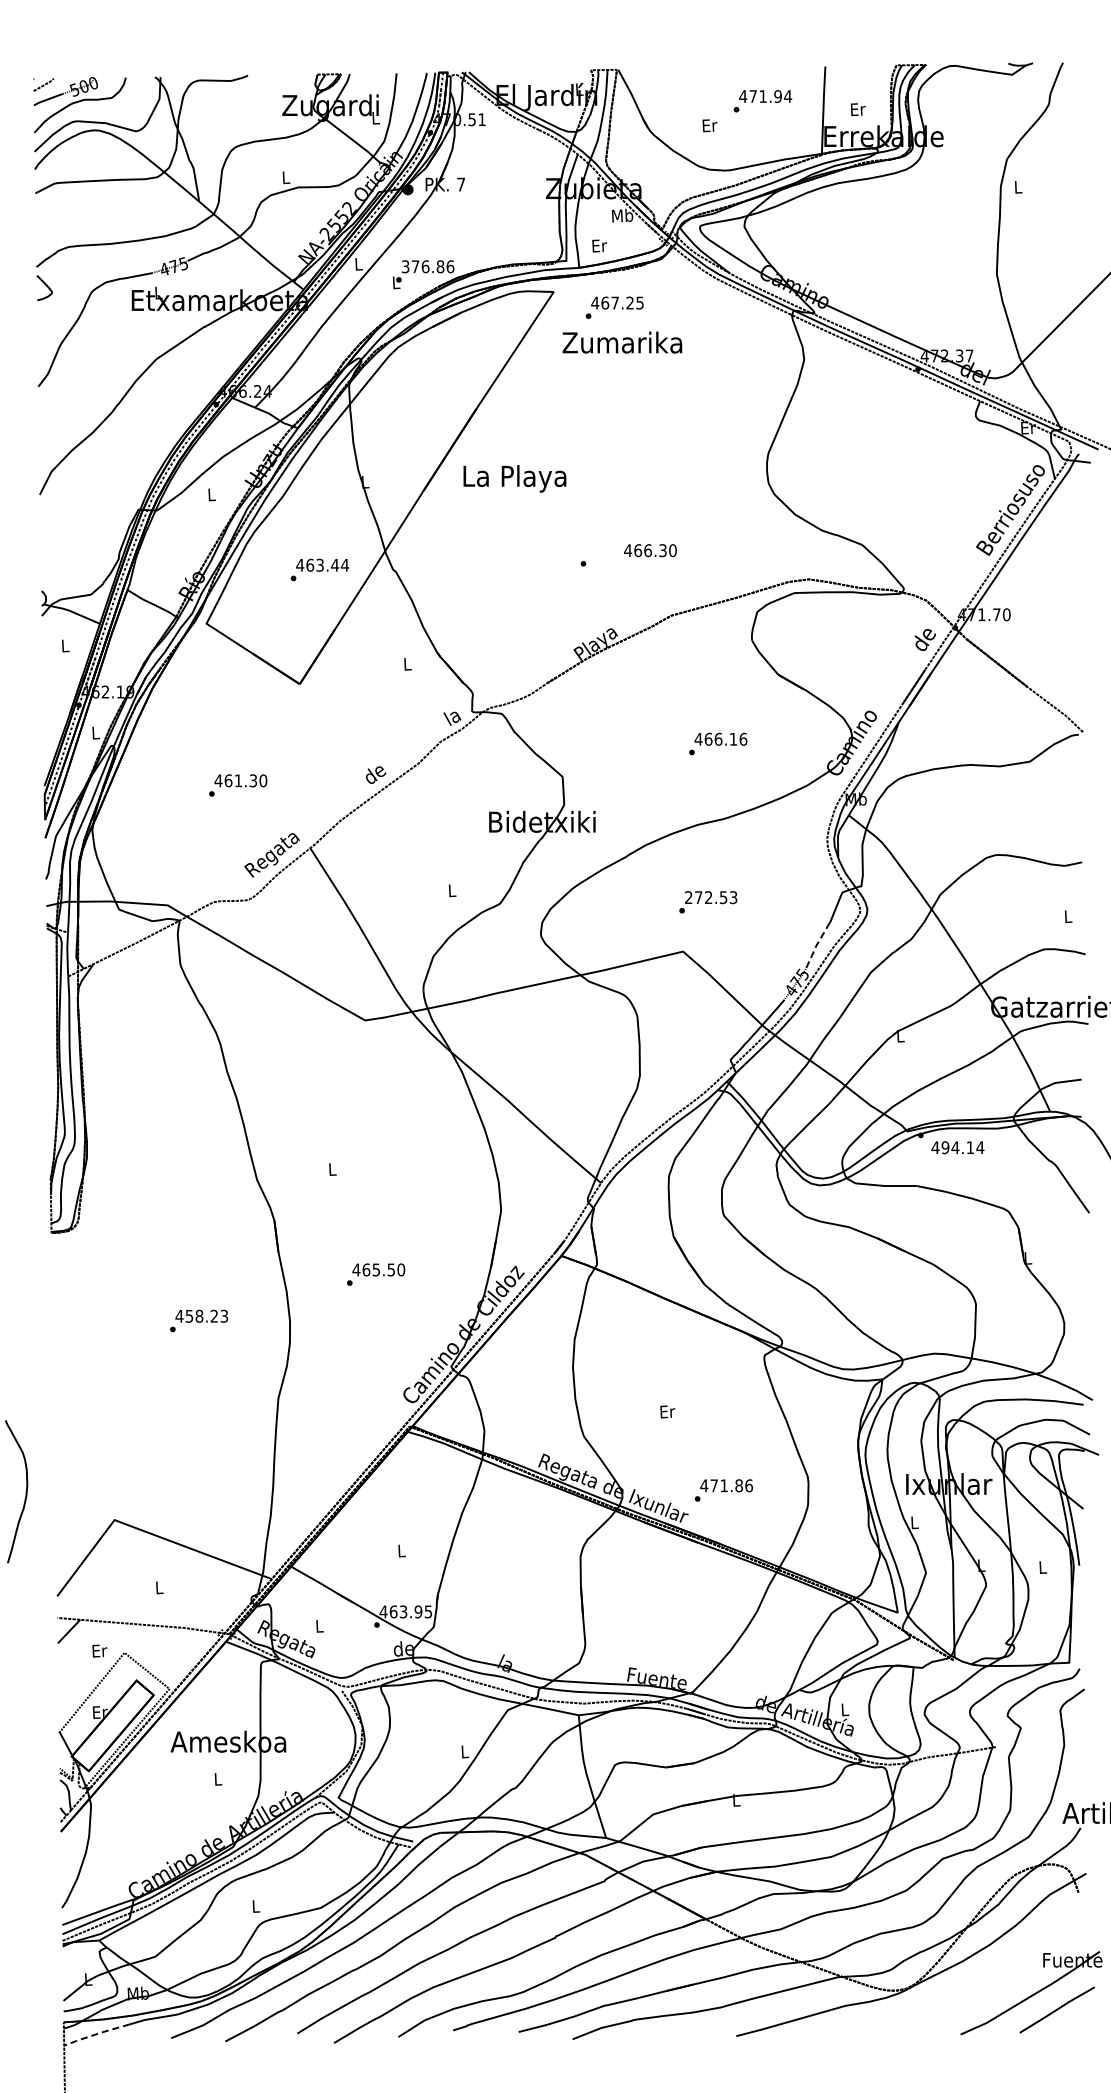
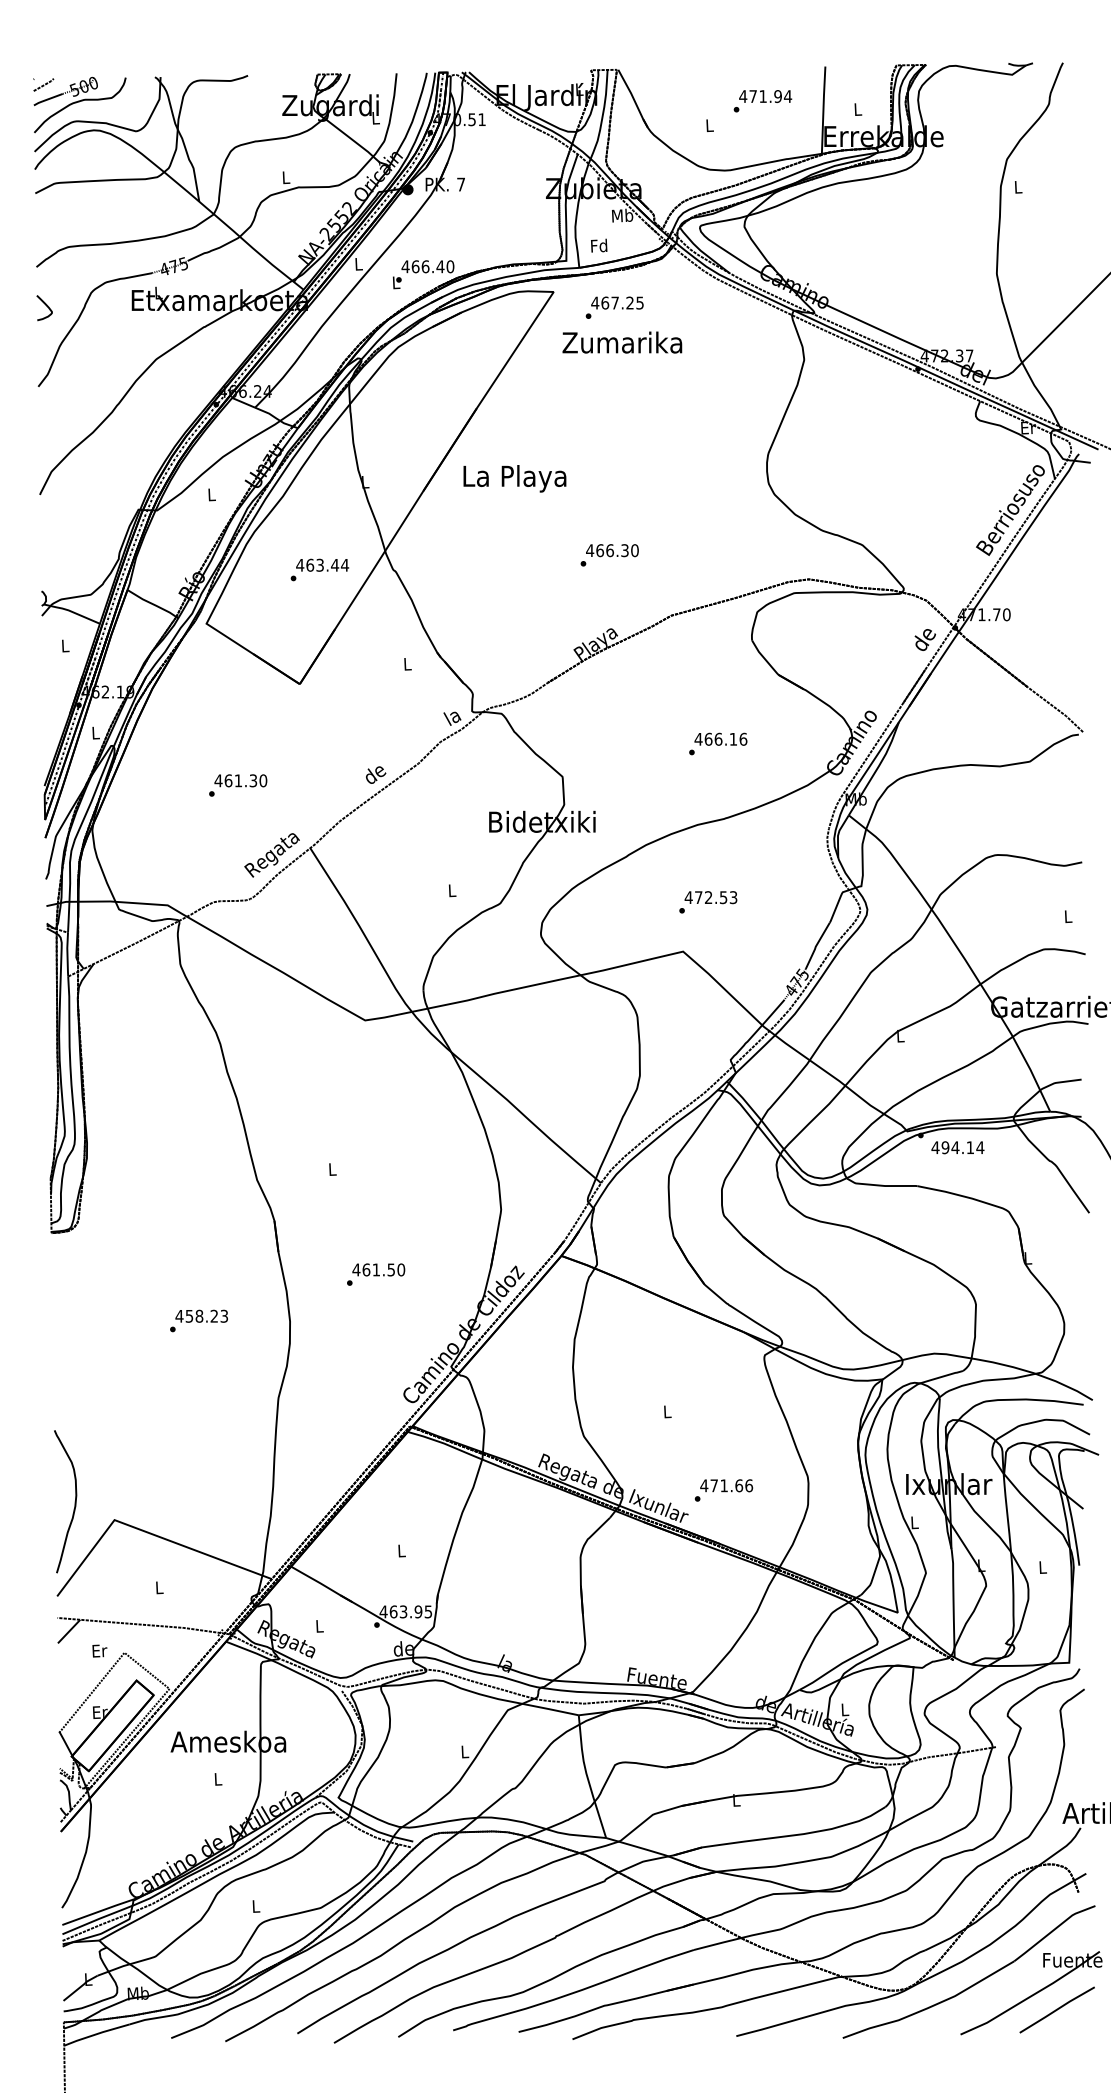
text at (857, 109): Er -> L
text at (709, 125): Er -> L
text at (599, 245): Er -> Fd
text at (427, 266): 376.86 -> 466.40
curve at (46, 286) position: (46, 286) -> (46, 306)
text at (650, 550) position: (650, 550) -> (612, 550)
text at (688, 897): 272.53 -> 472.53
line at (815, 946): dashed -> solid
text at (375, 1269): 465.50 -> 461.50
text at (667, 1411): Er -> L
text at (739, 1485): 471.86 -> 471.66
curve at (25, 1491) position: (25, 1491) -> (74, 1501)
part at (974, 1983): none -> present
line at (96, 2034): dashed -> solid
